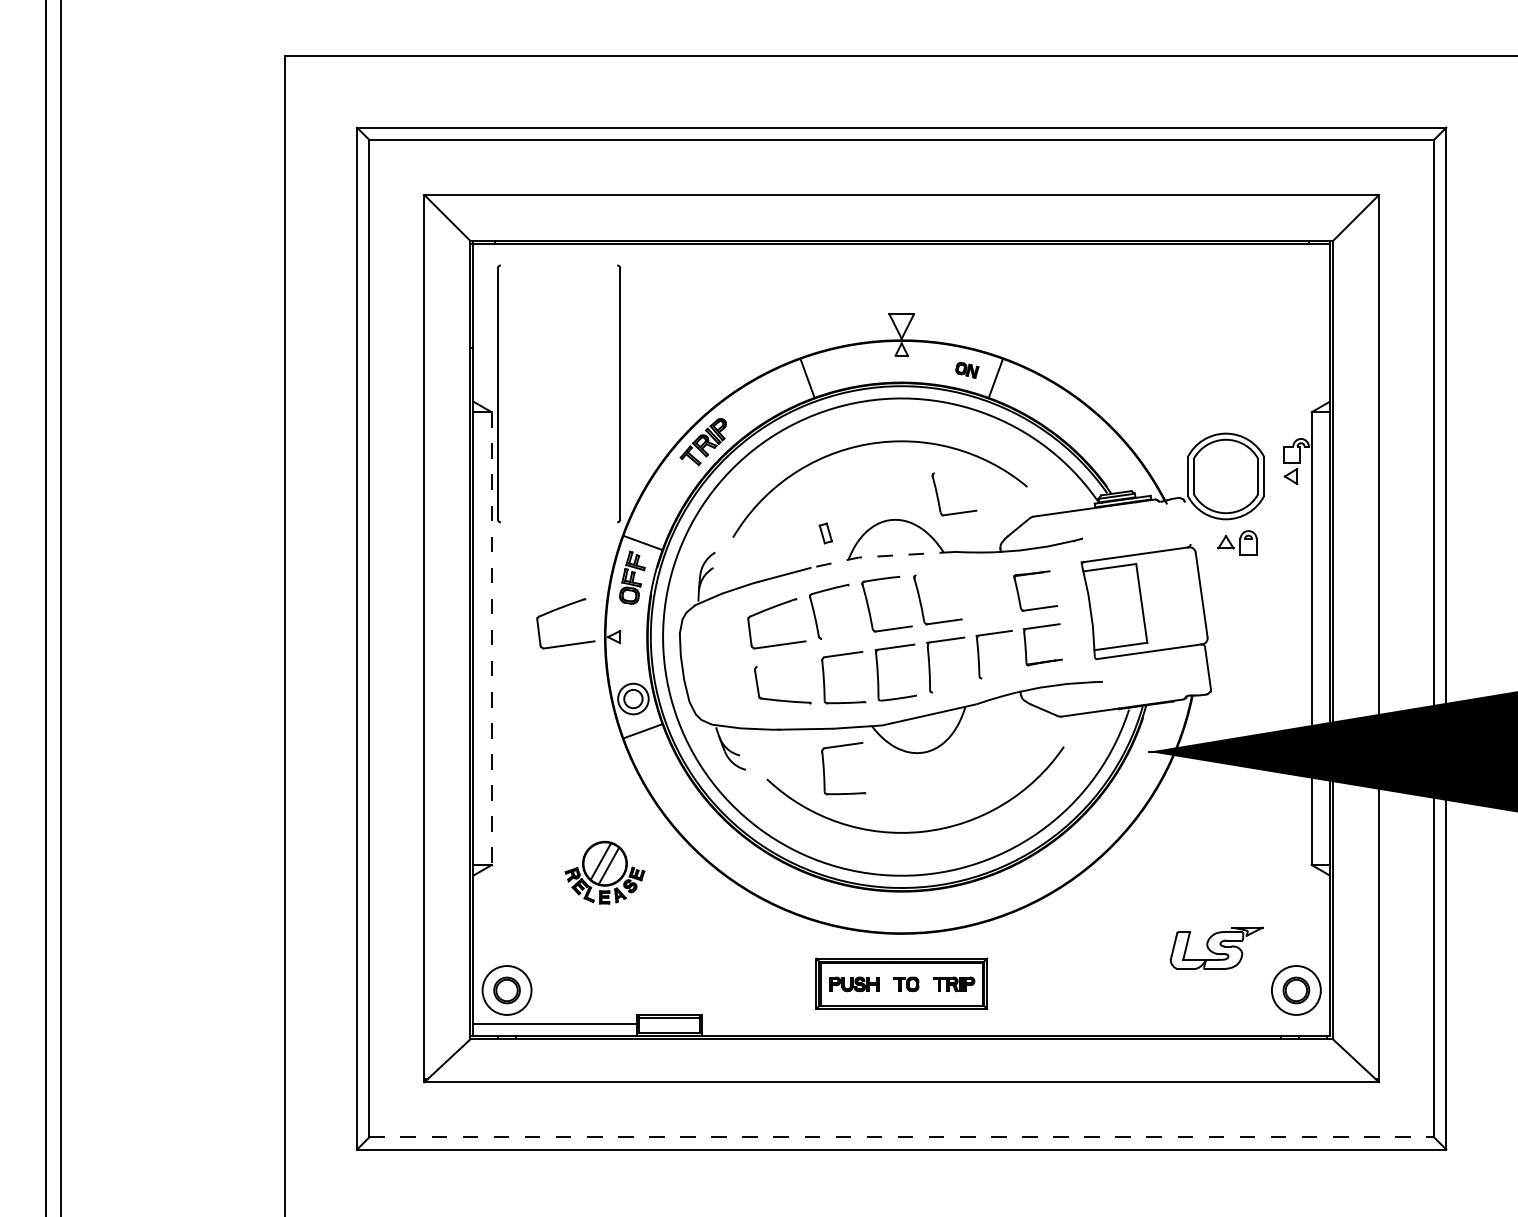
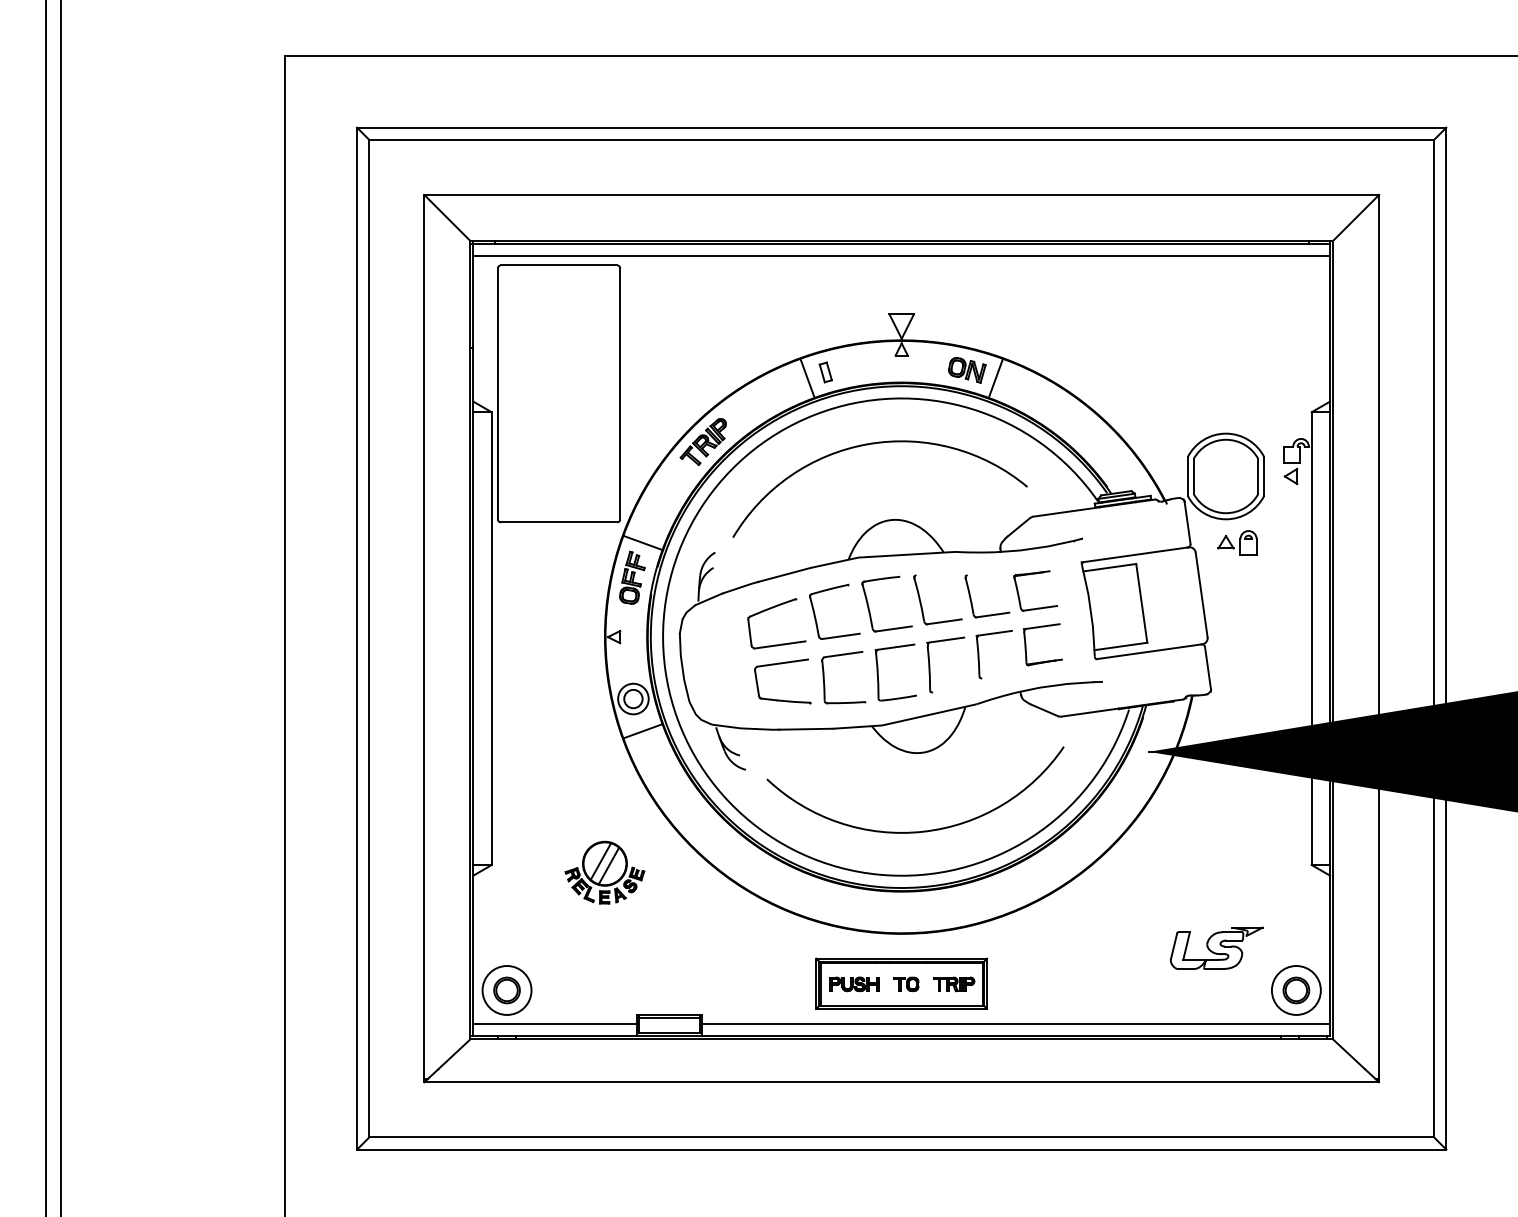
line at (901, 256): none -> present
line at (558, 265): none -> present
part at (967, 370) size: 25x17 px -> 39x27 px
part at (938, 495) position: (938, 495) -> (971, 597)
line at (558, 522): none -> present
line at (1187, 522): none -> present
part at (825, 533) position: (825, 533) -> (825, 372)
line at (881, 556): dashed -> solid
part at (559, 609): present -> none
line at (840, 636): none -> present
line at (491, 639): dashed -> solid
line at (782, 662): none -> present
part at (824, 768): present -> none
line at (1015, 1024): none -> present
line at (902, 1137): dashed -> solid
